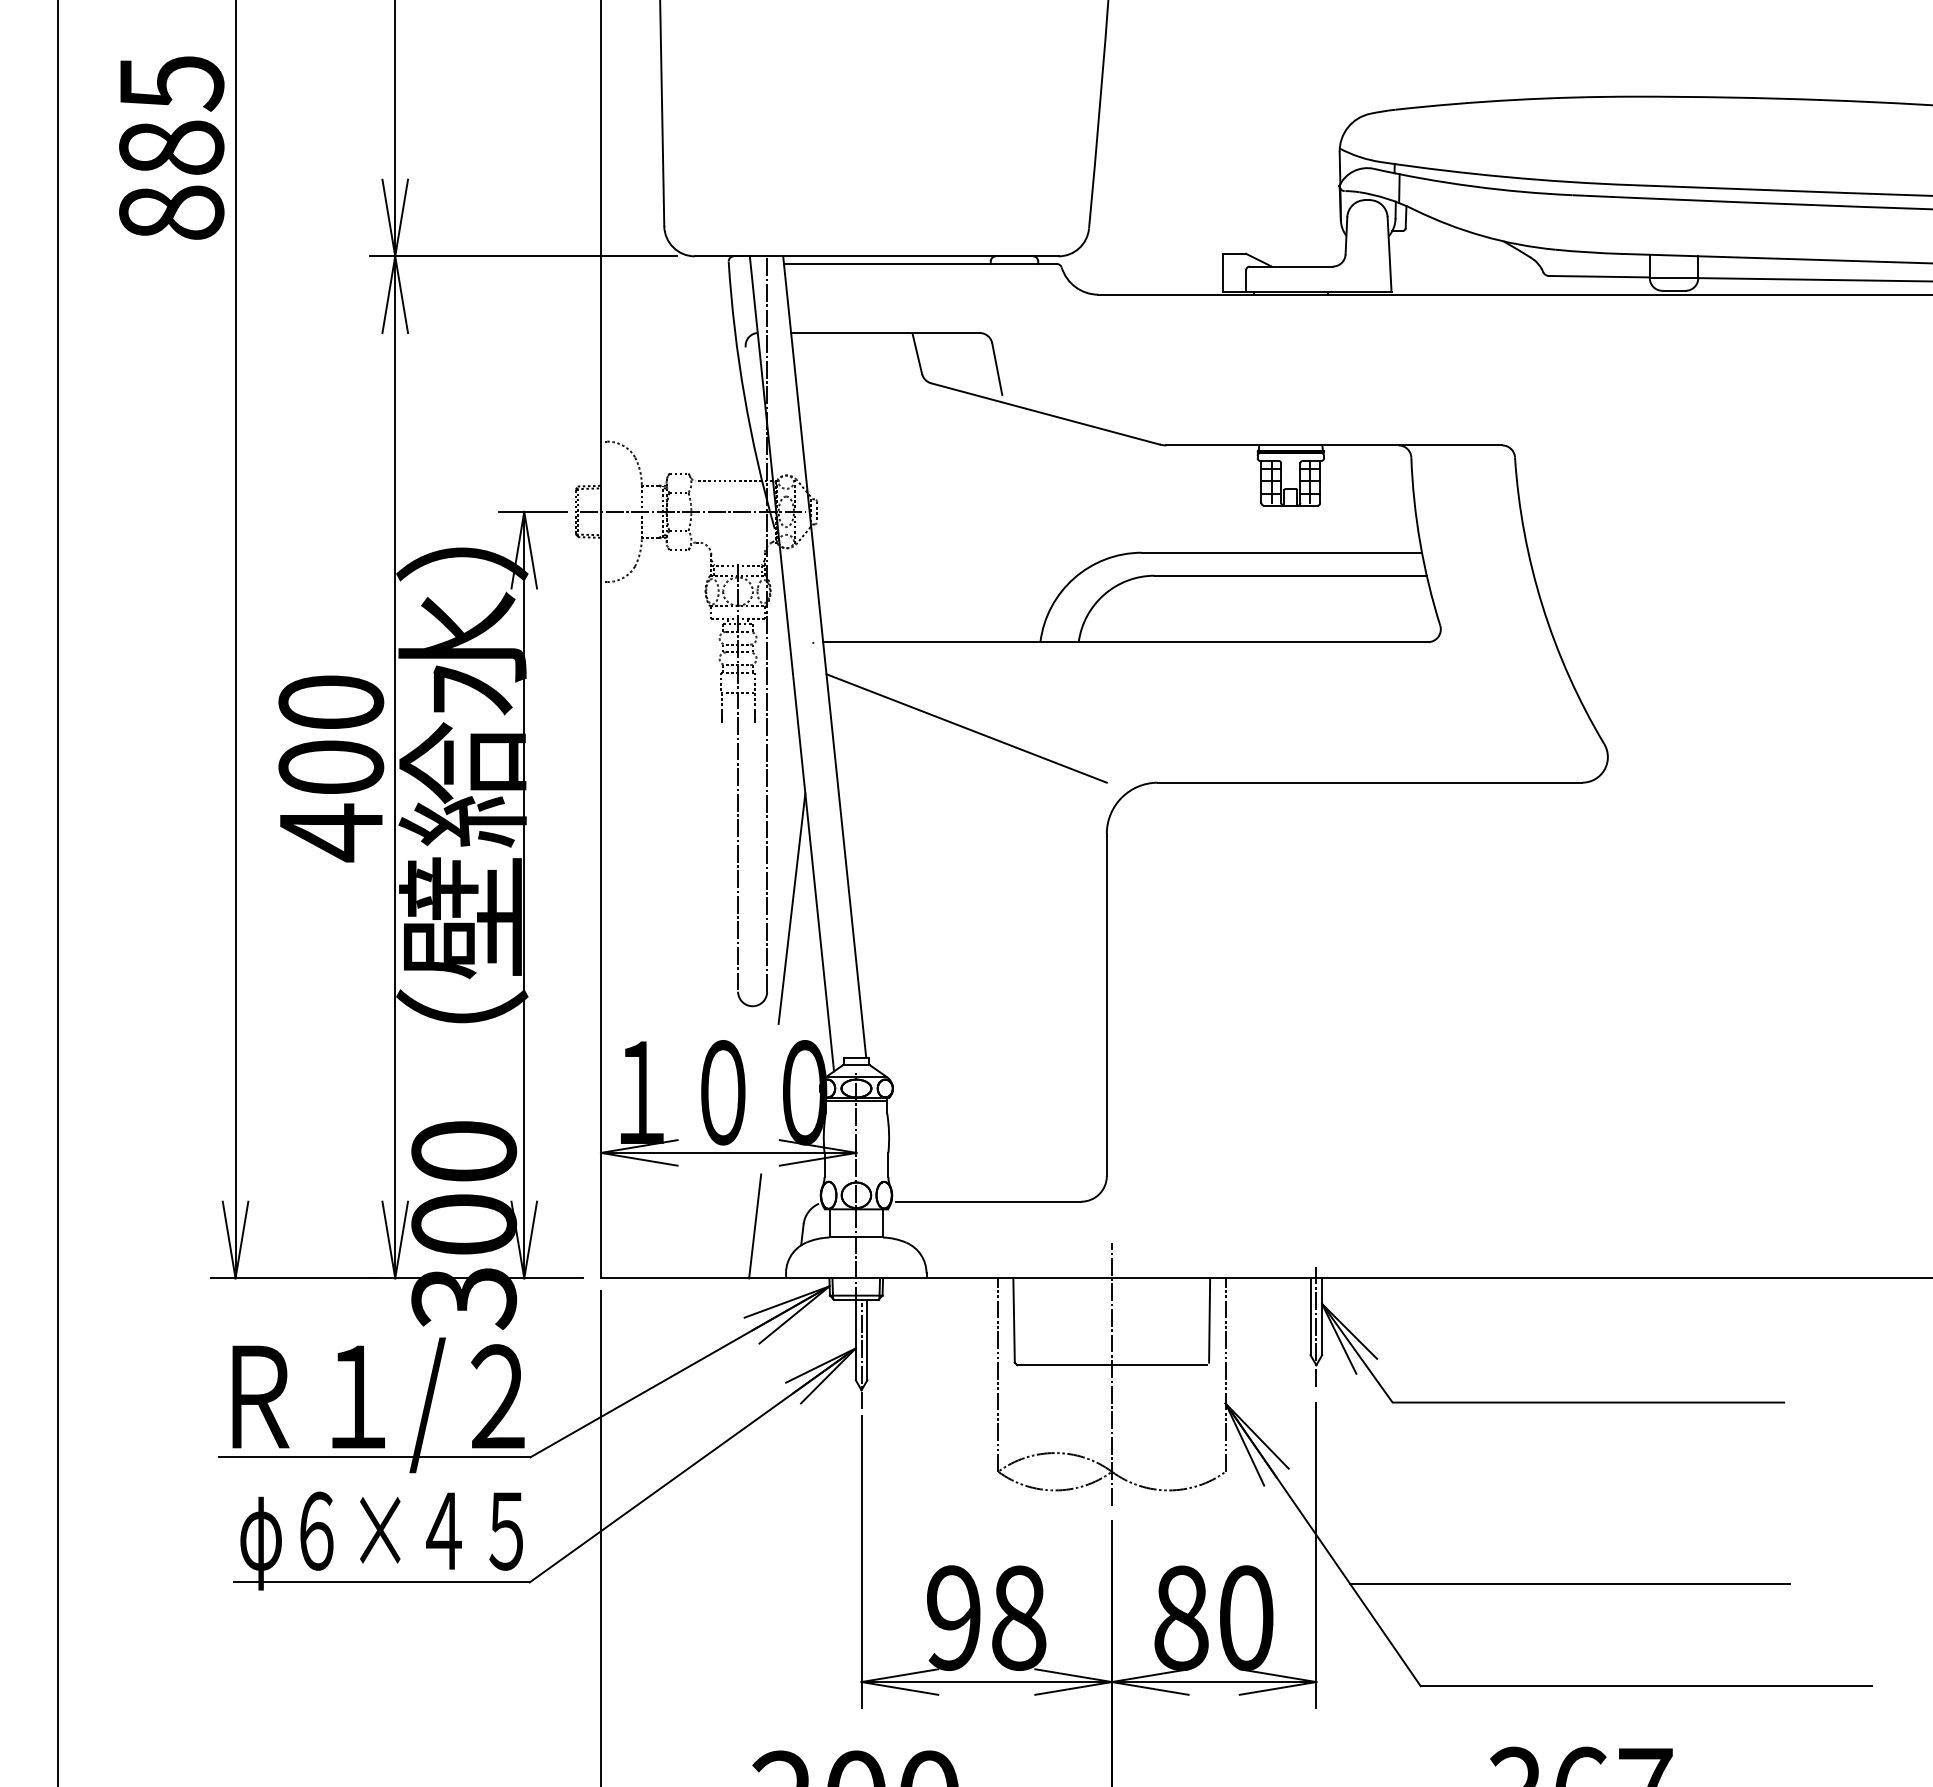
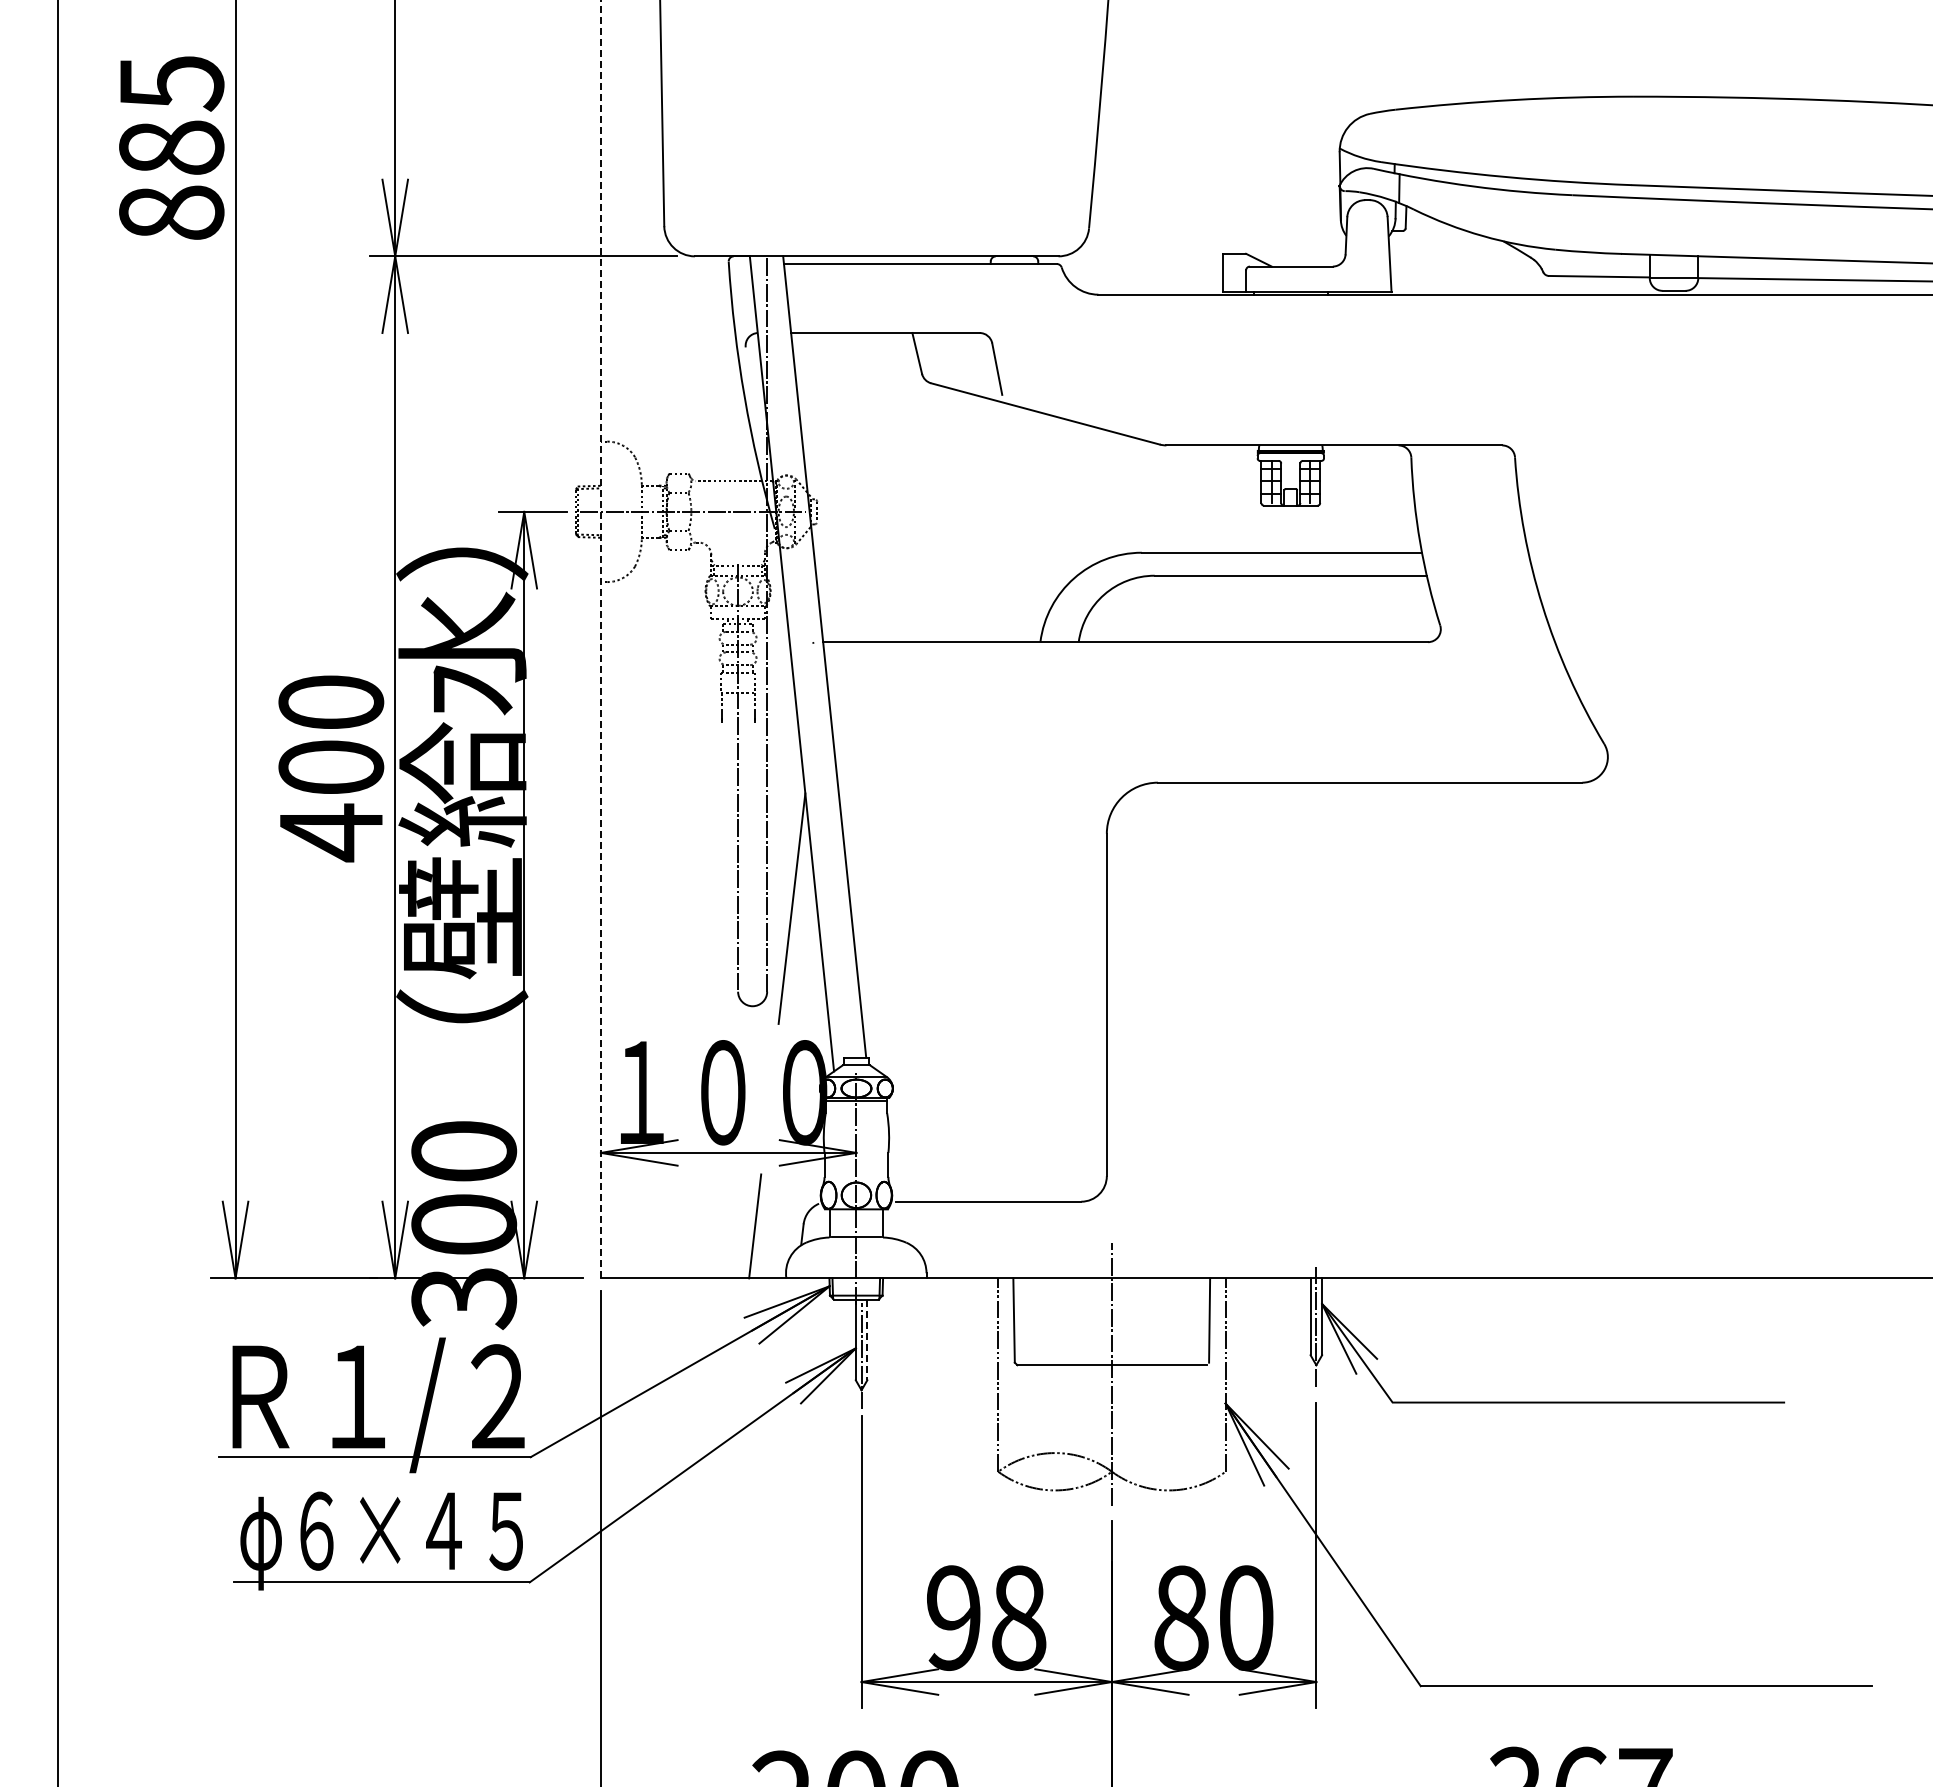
line at (600, 639): solid -> dashed
line at (966, 728): present -> none
line at (867, 1340): solid -> dashed
line at (1570, 1584): present -> none
